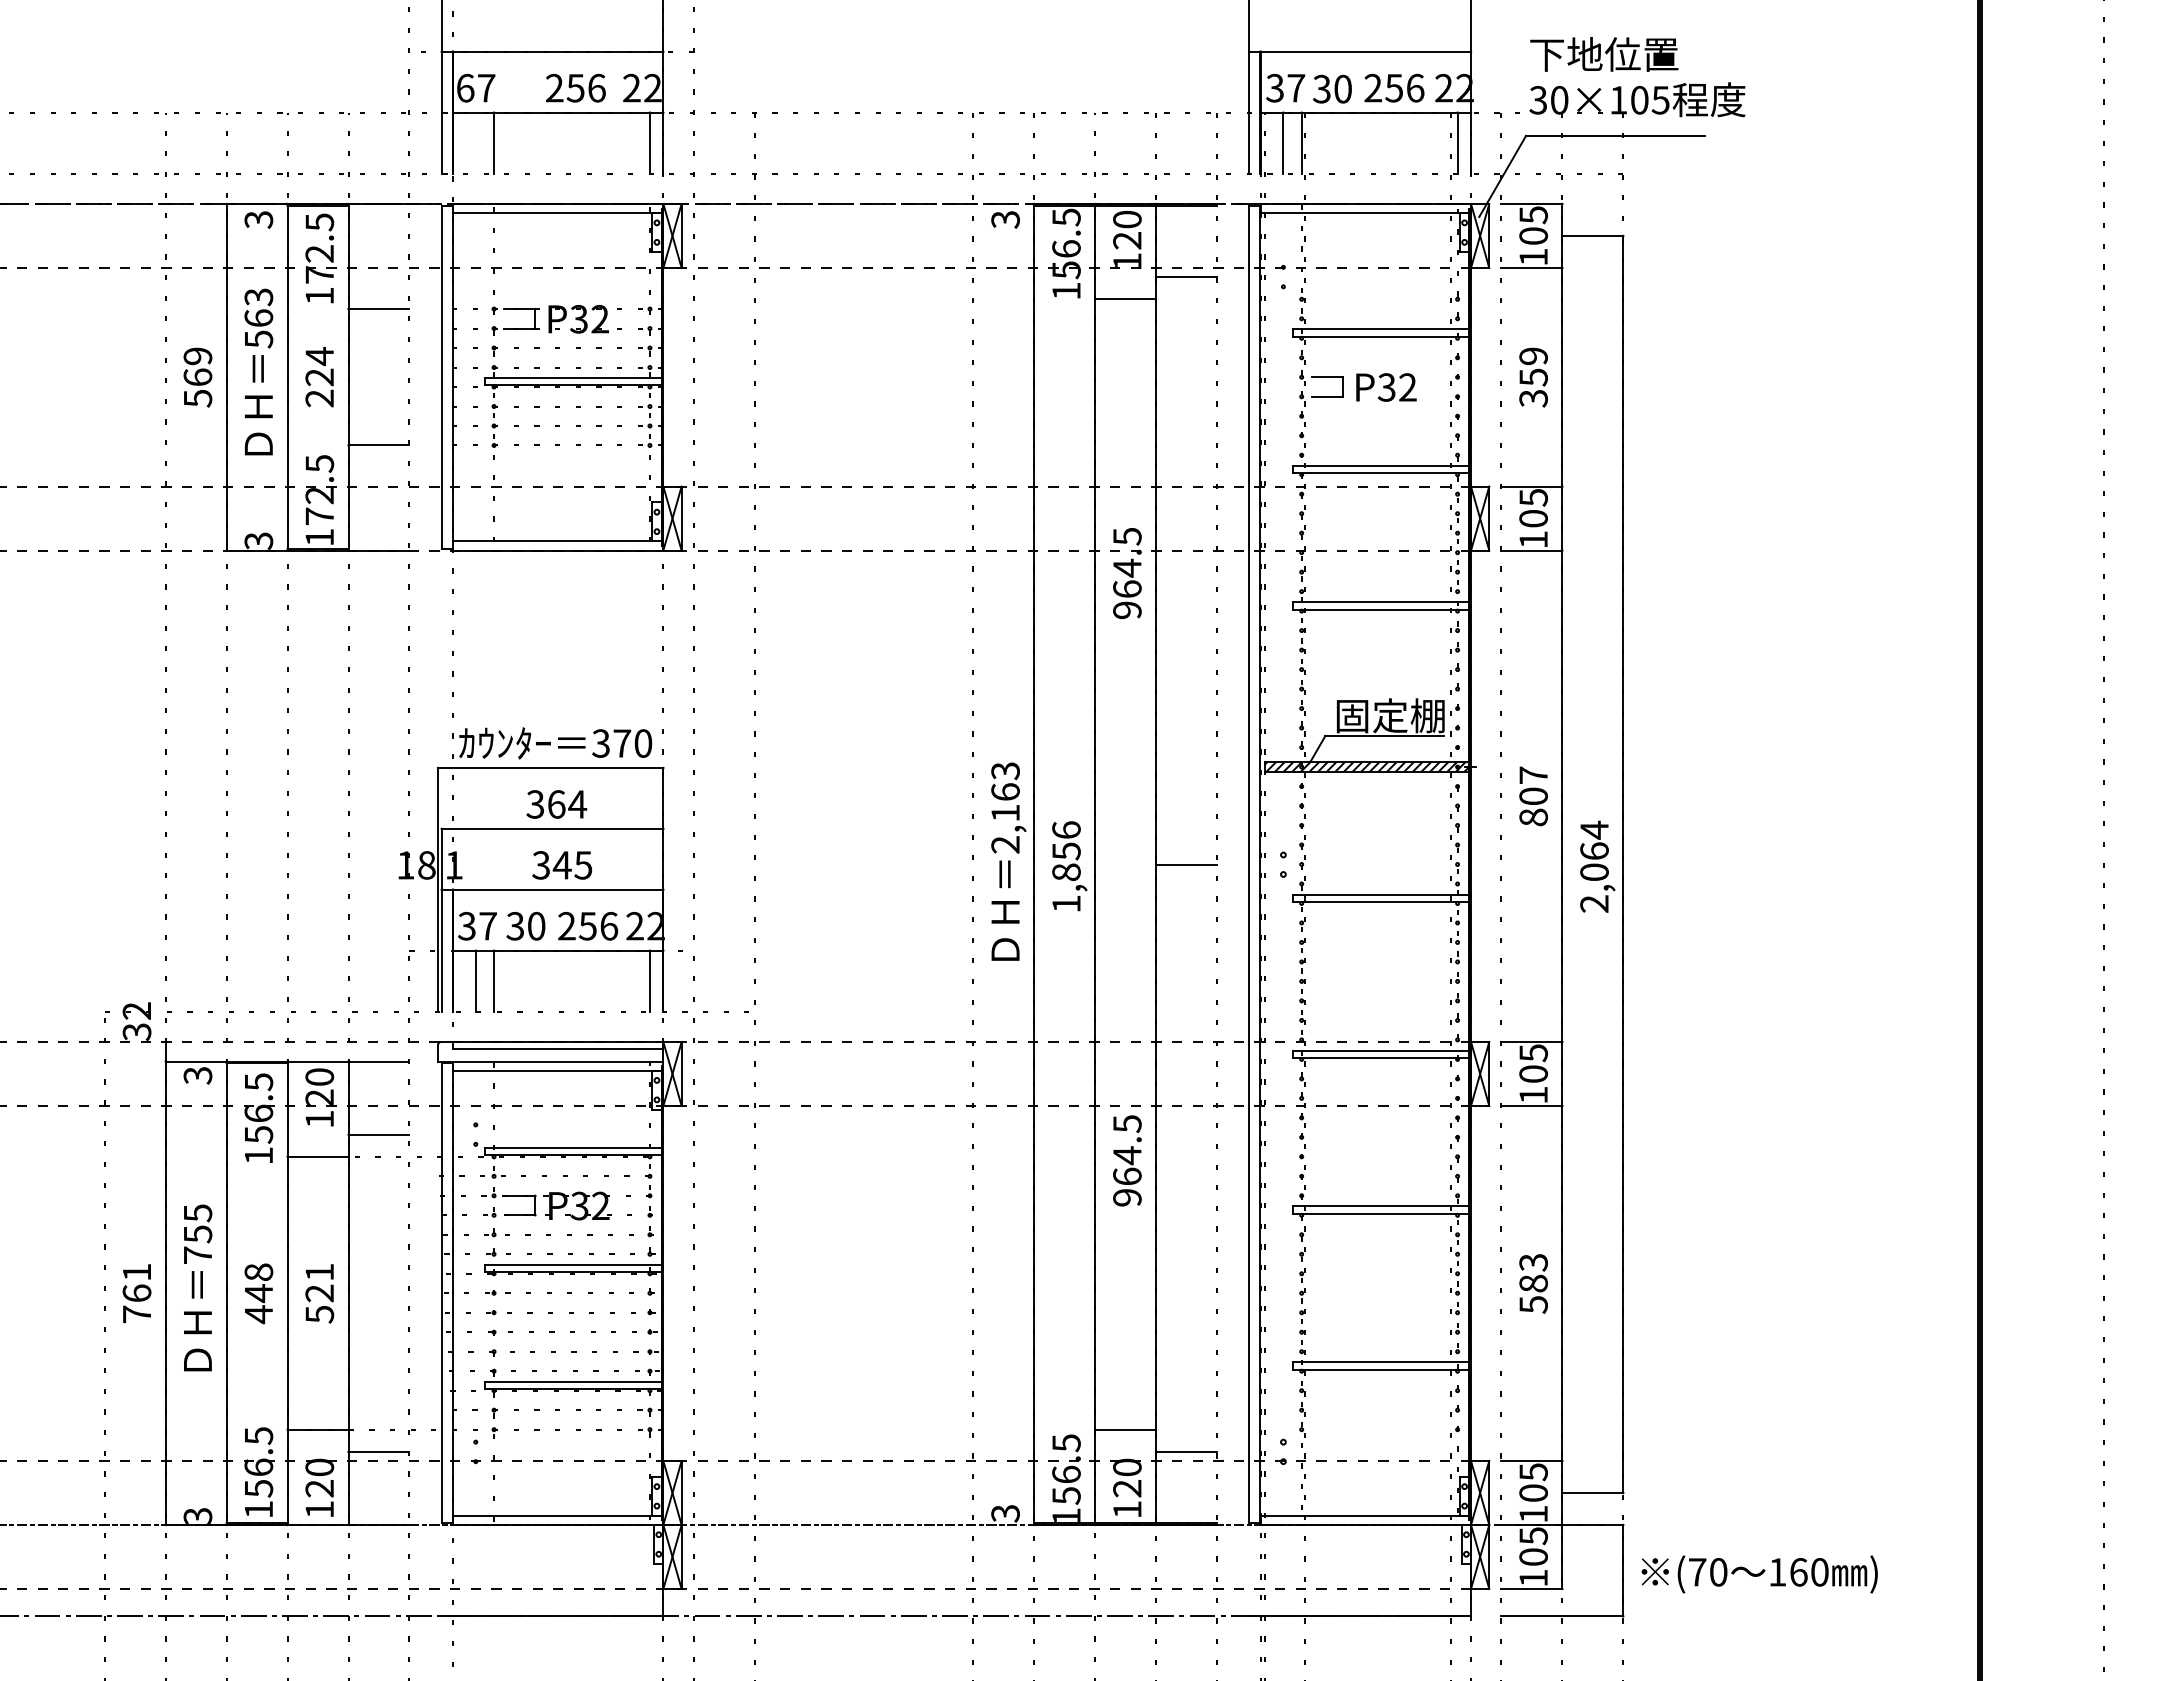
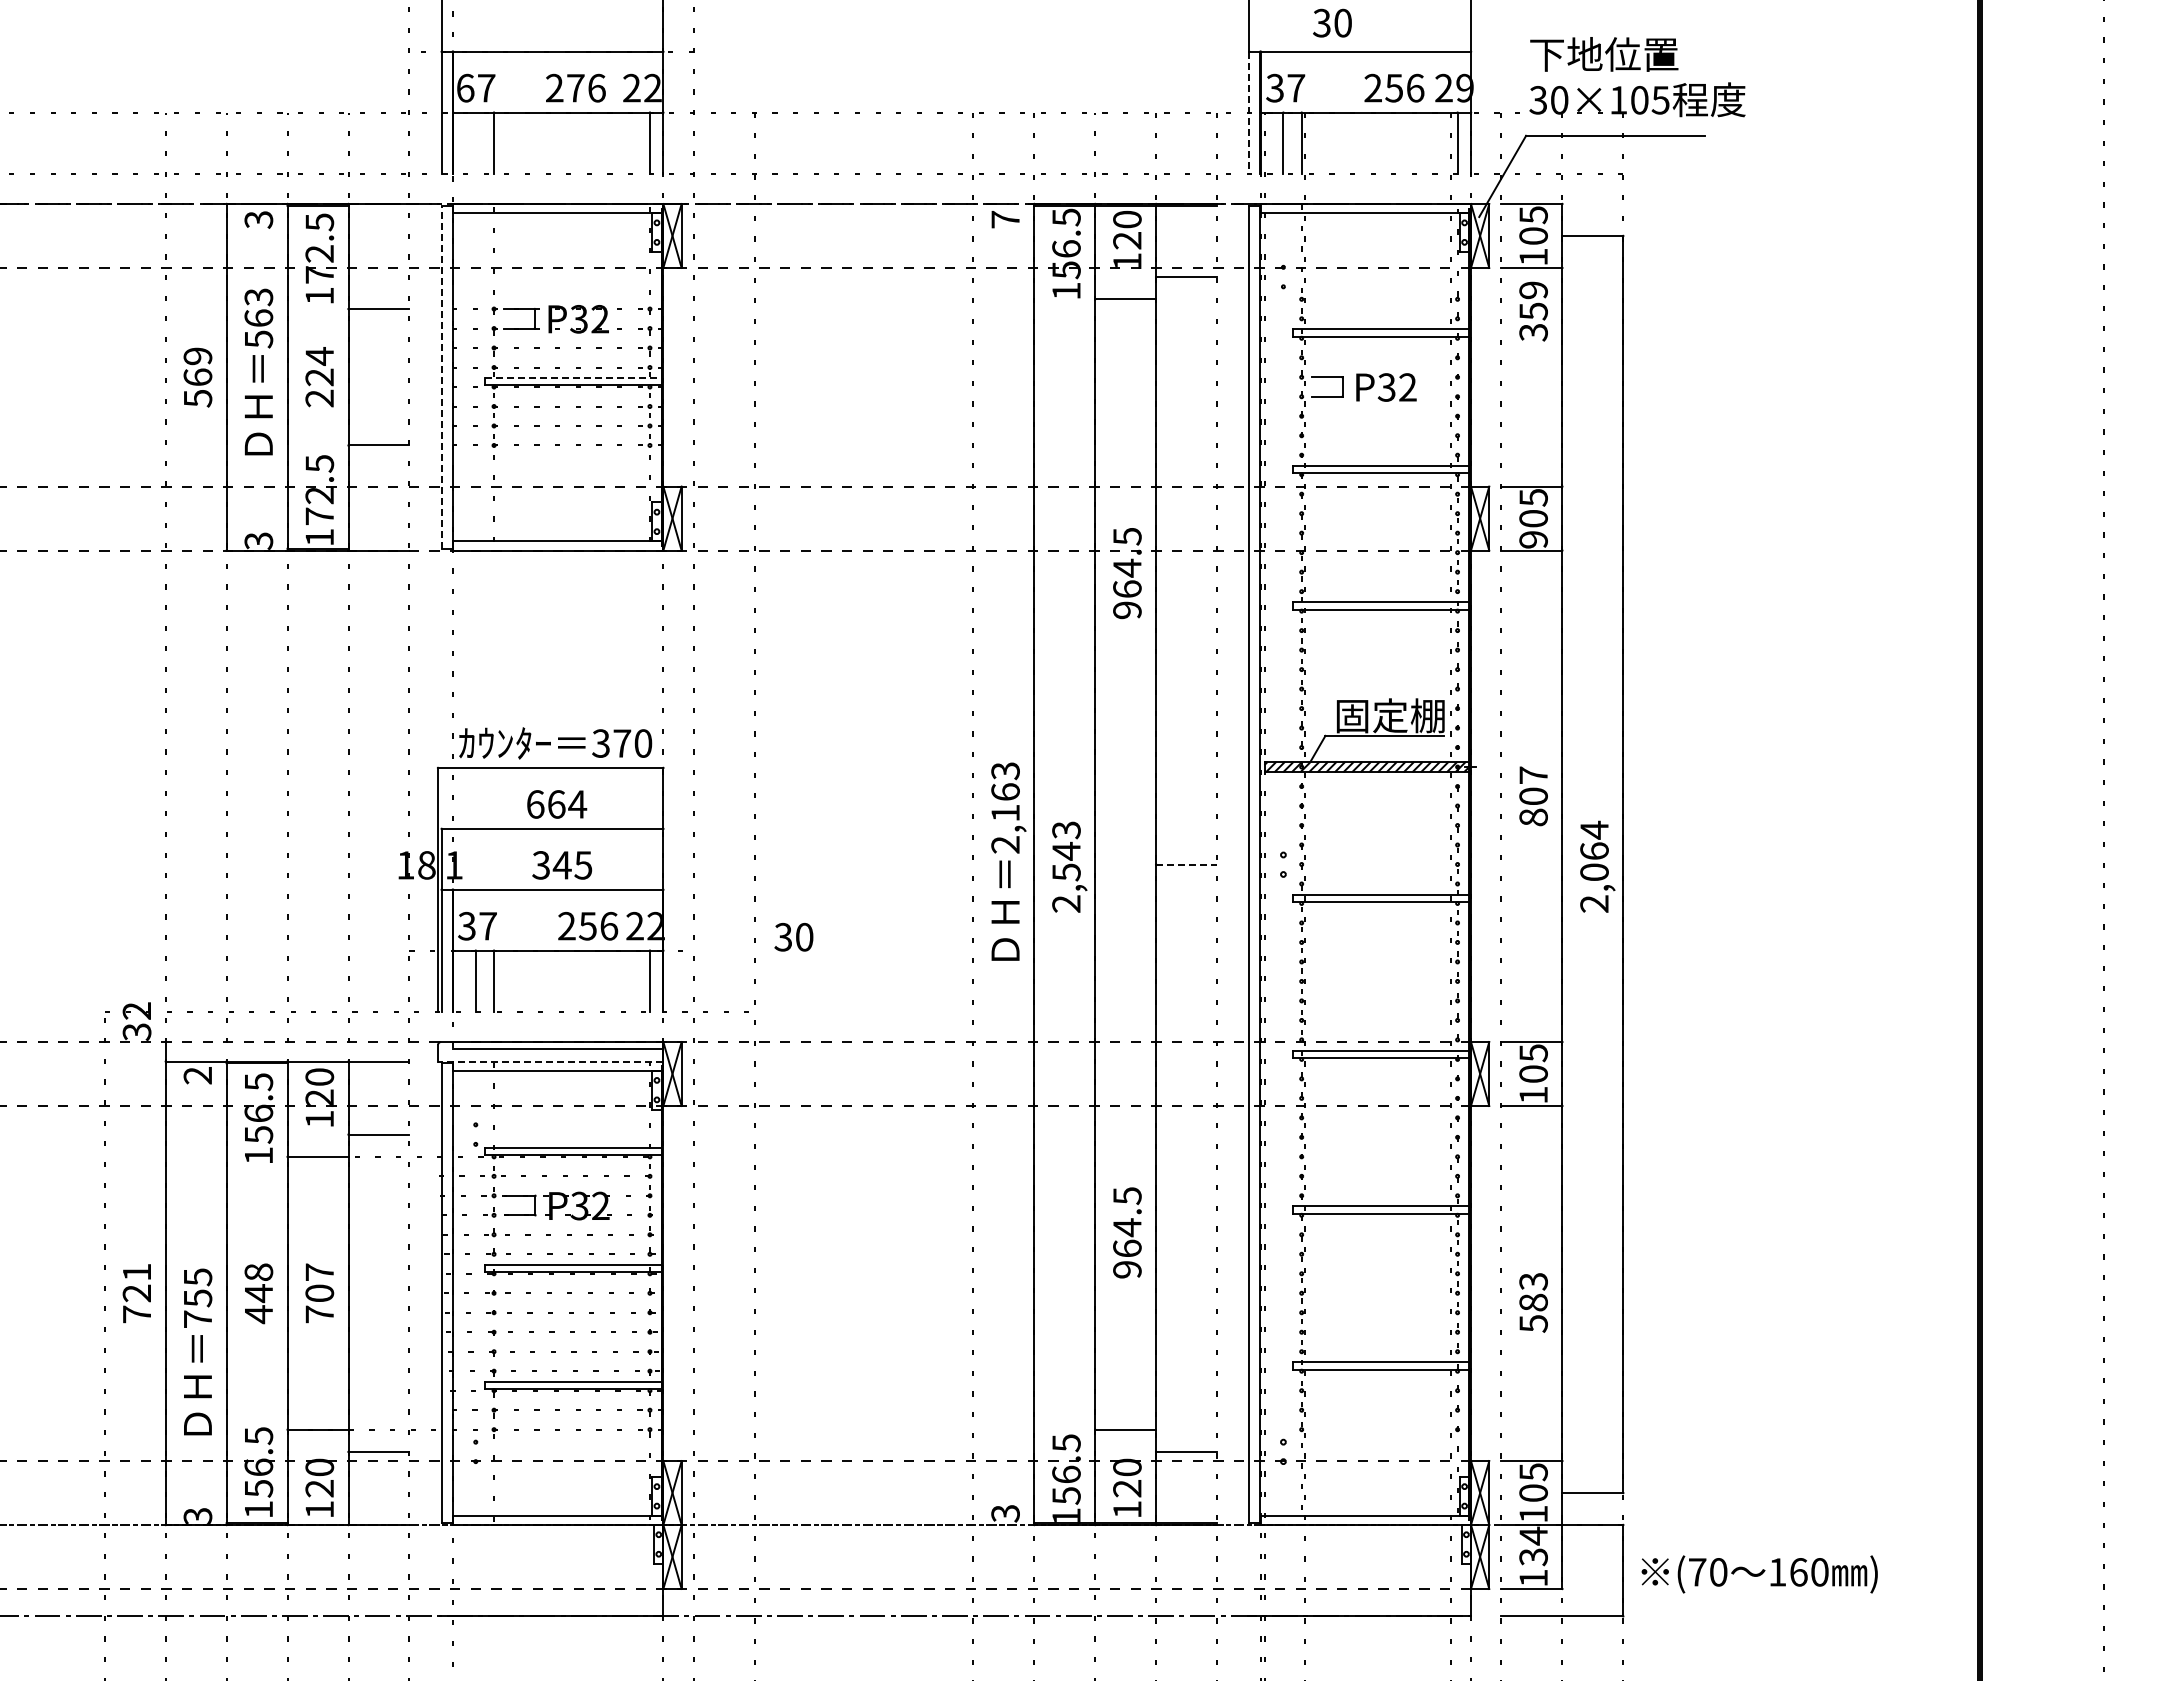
text at (575, 88): 256 -> 276
text at (1332, 88) position: (1332, 88) -> (1332, 22)
text at (1464, 88): 22 -> 29
line at (1249, 112): solid -> dashed
text at (1005, 219): 3 -> 7
line at (441, 376): solid -> dashed
text at (1533, 377) position: (1533, 377) -> (1533, 311)
line at (573, 378): solid -> dashed
text at (1533, 539): 105 -> 905
text at (535, 804): 364 -> 664
line at (1187, 864): solid -> dashed
text at (1066, 866): 1,856 -> 2,543
text at (525, 926) position: (525, 926) -> (793, 937)
line at (550, 1061): solid -> dashed
text at (198, 1075): 3 -> 2
text at (1127, 1160) position: (1127, 1160) -> (1127, 1232)
text at (1533, 1283) position: (1533, 1283) -> (1533, 1302)
text at (198, 1287) position: (198, 1287) -> (198, 1351)
text at (136, 1293): 761 -> 721
text at (319, 1293): 521 -> 707
text at (1533, 1546): 105 -> 134
